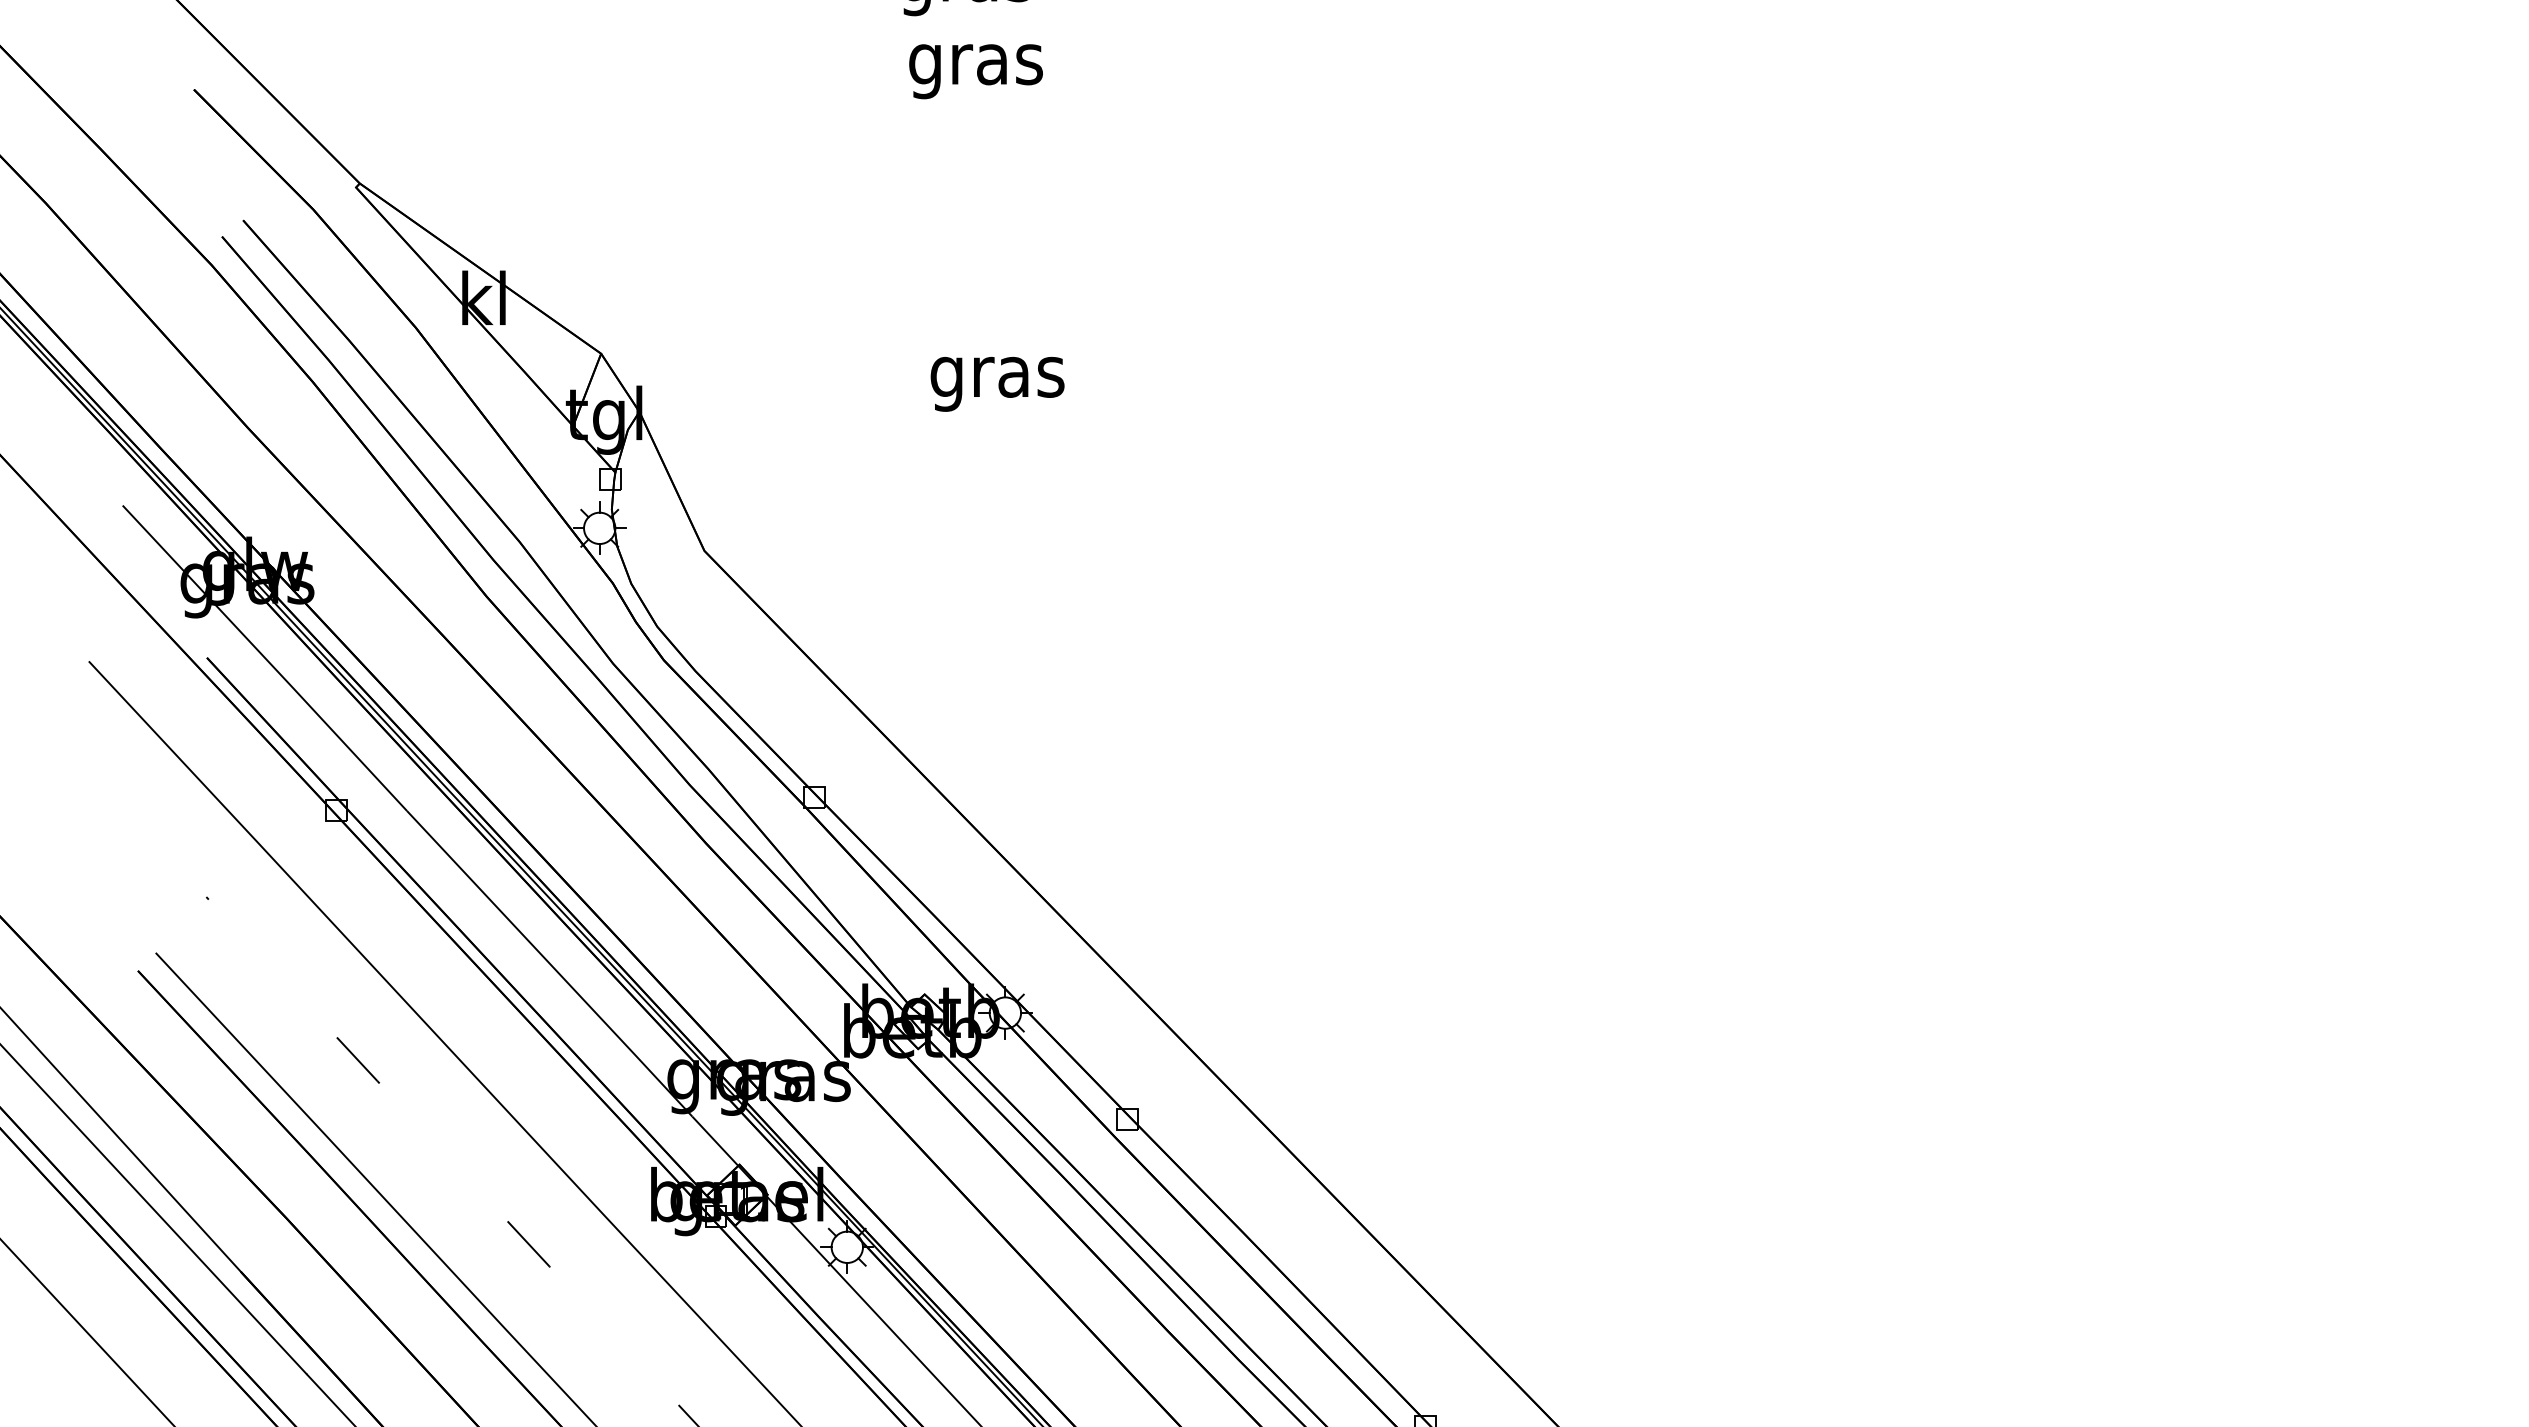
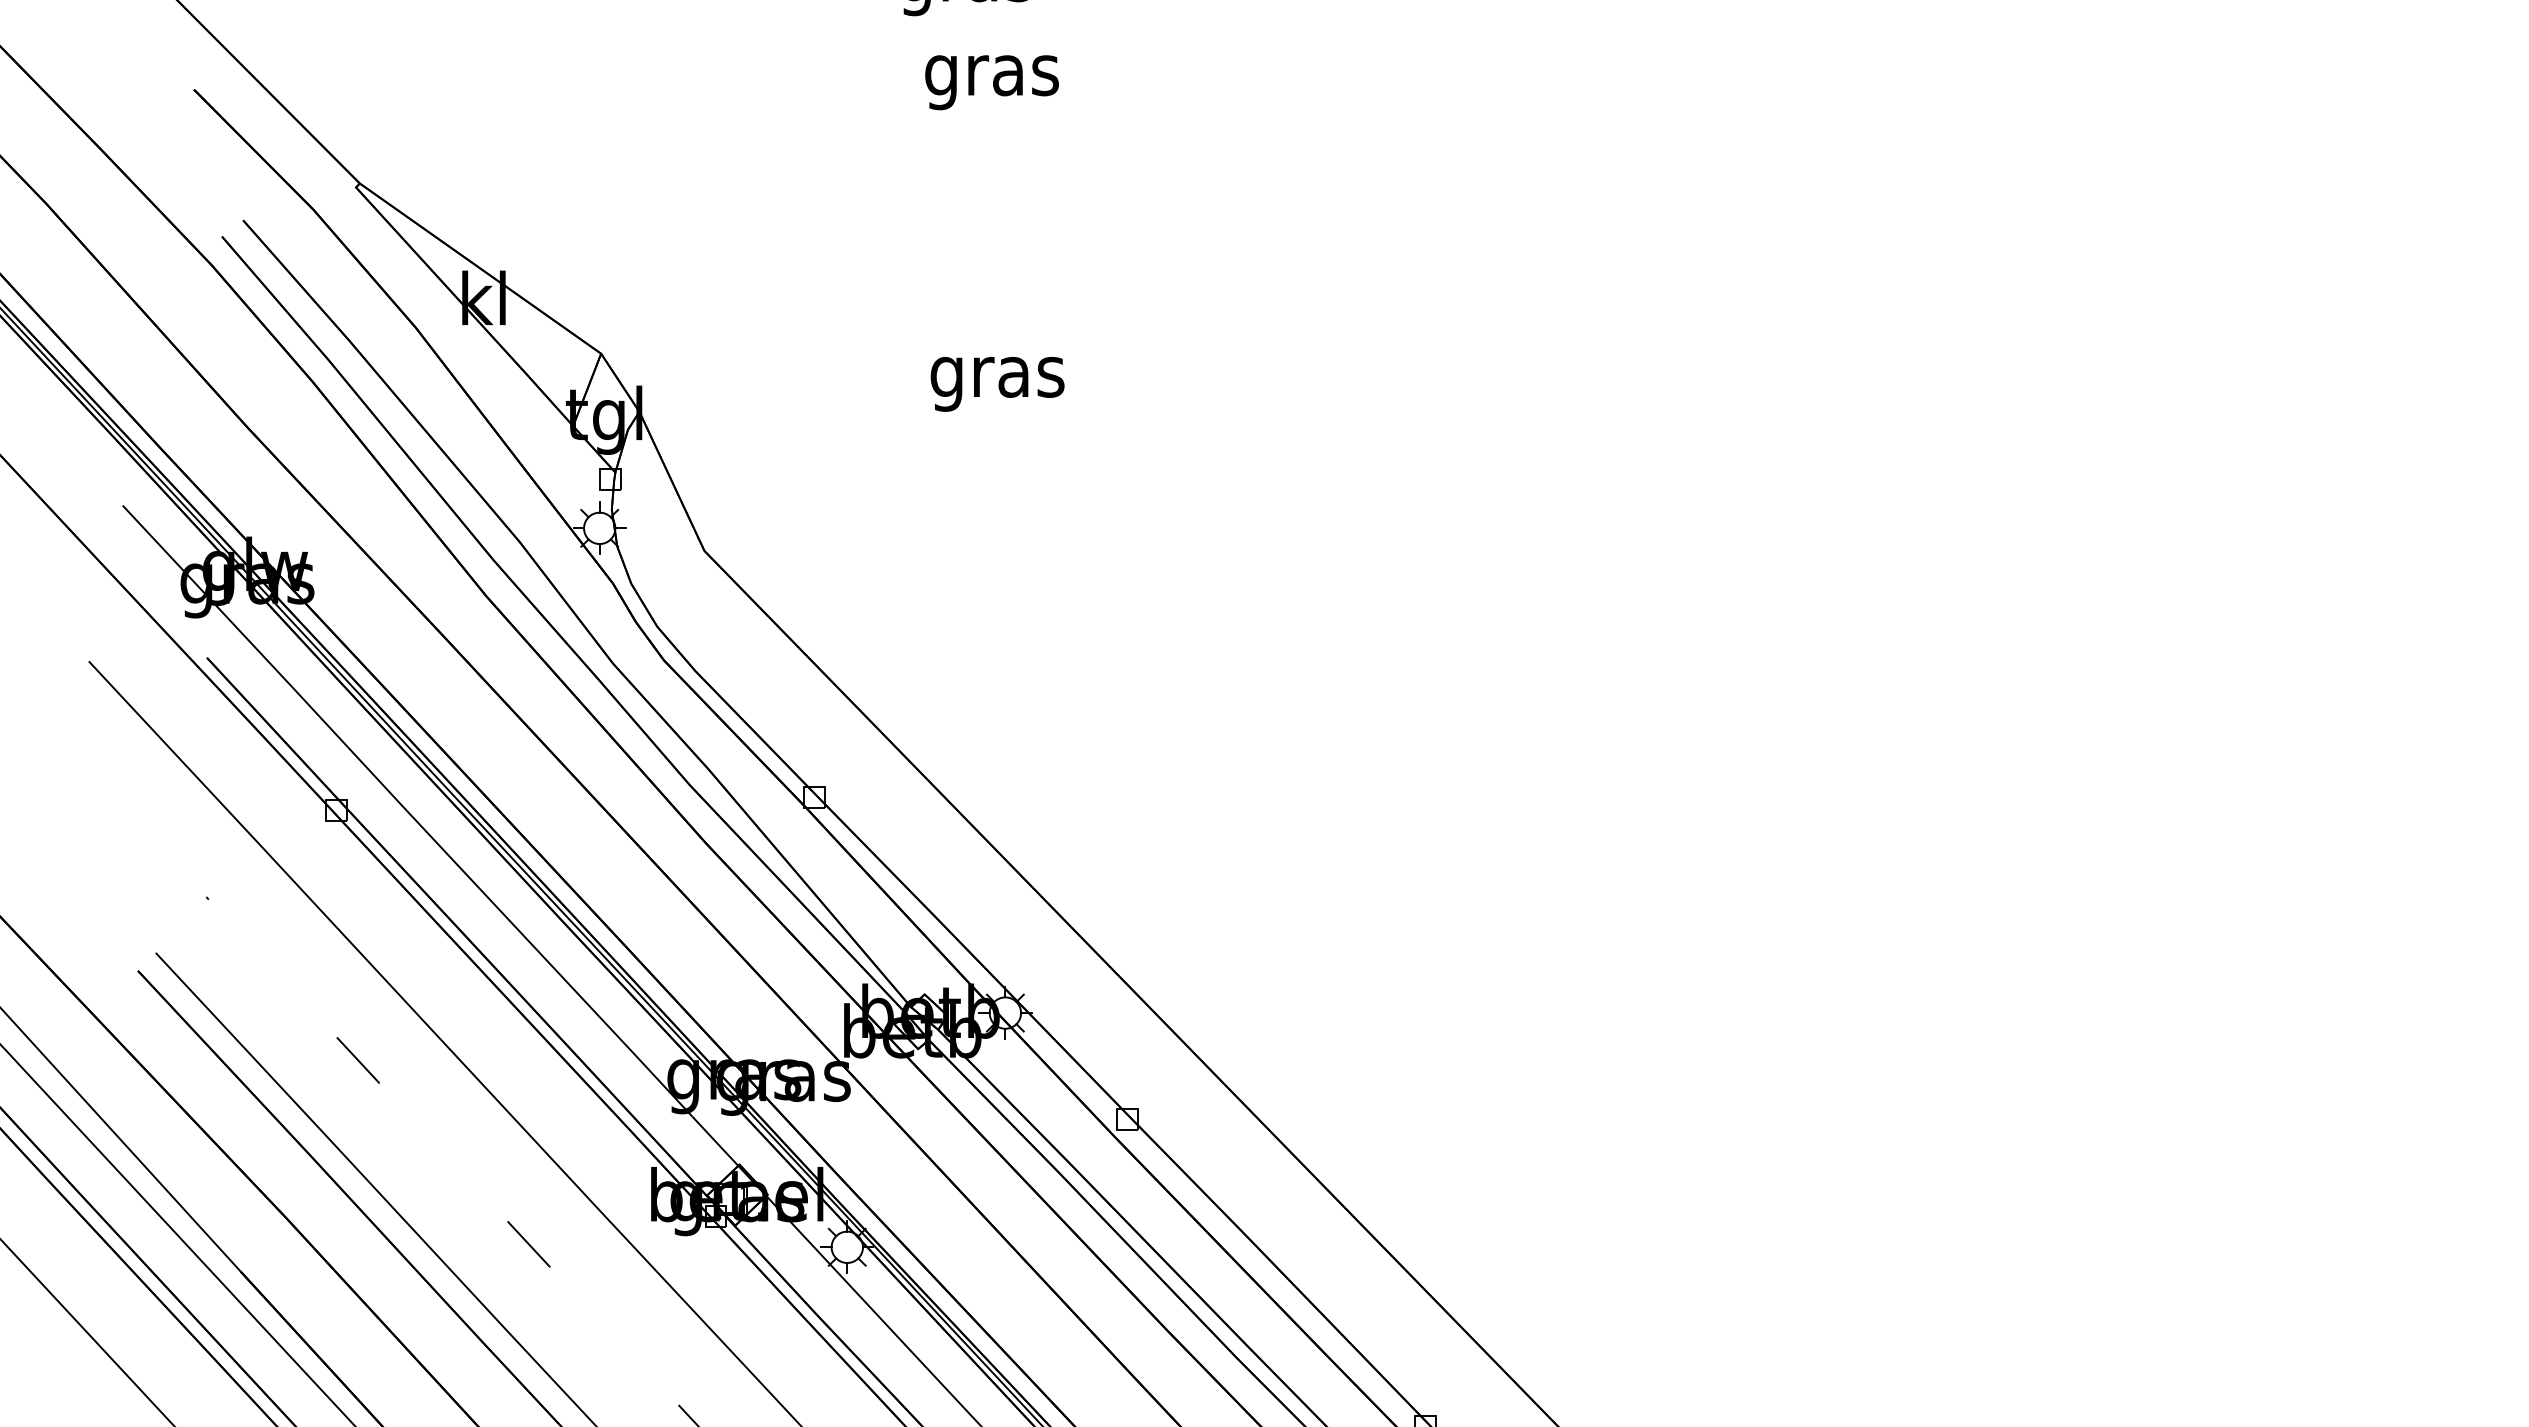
text at (975, 71) position: (975, 71) -> (991, 82)
